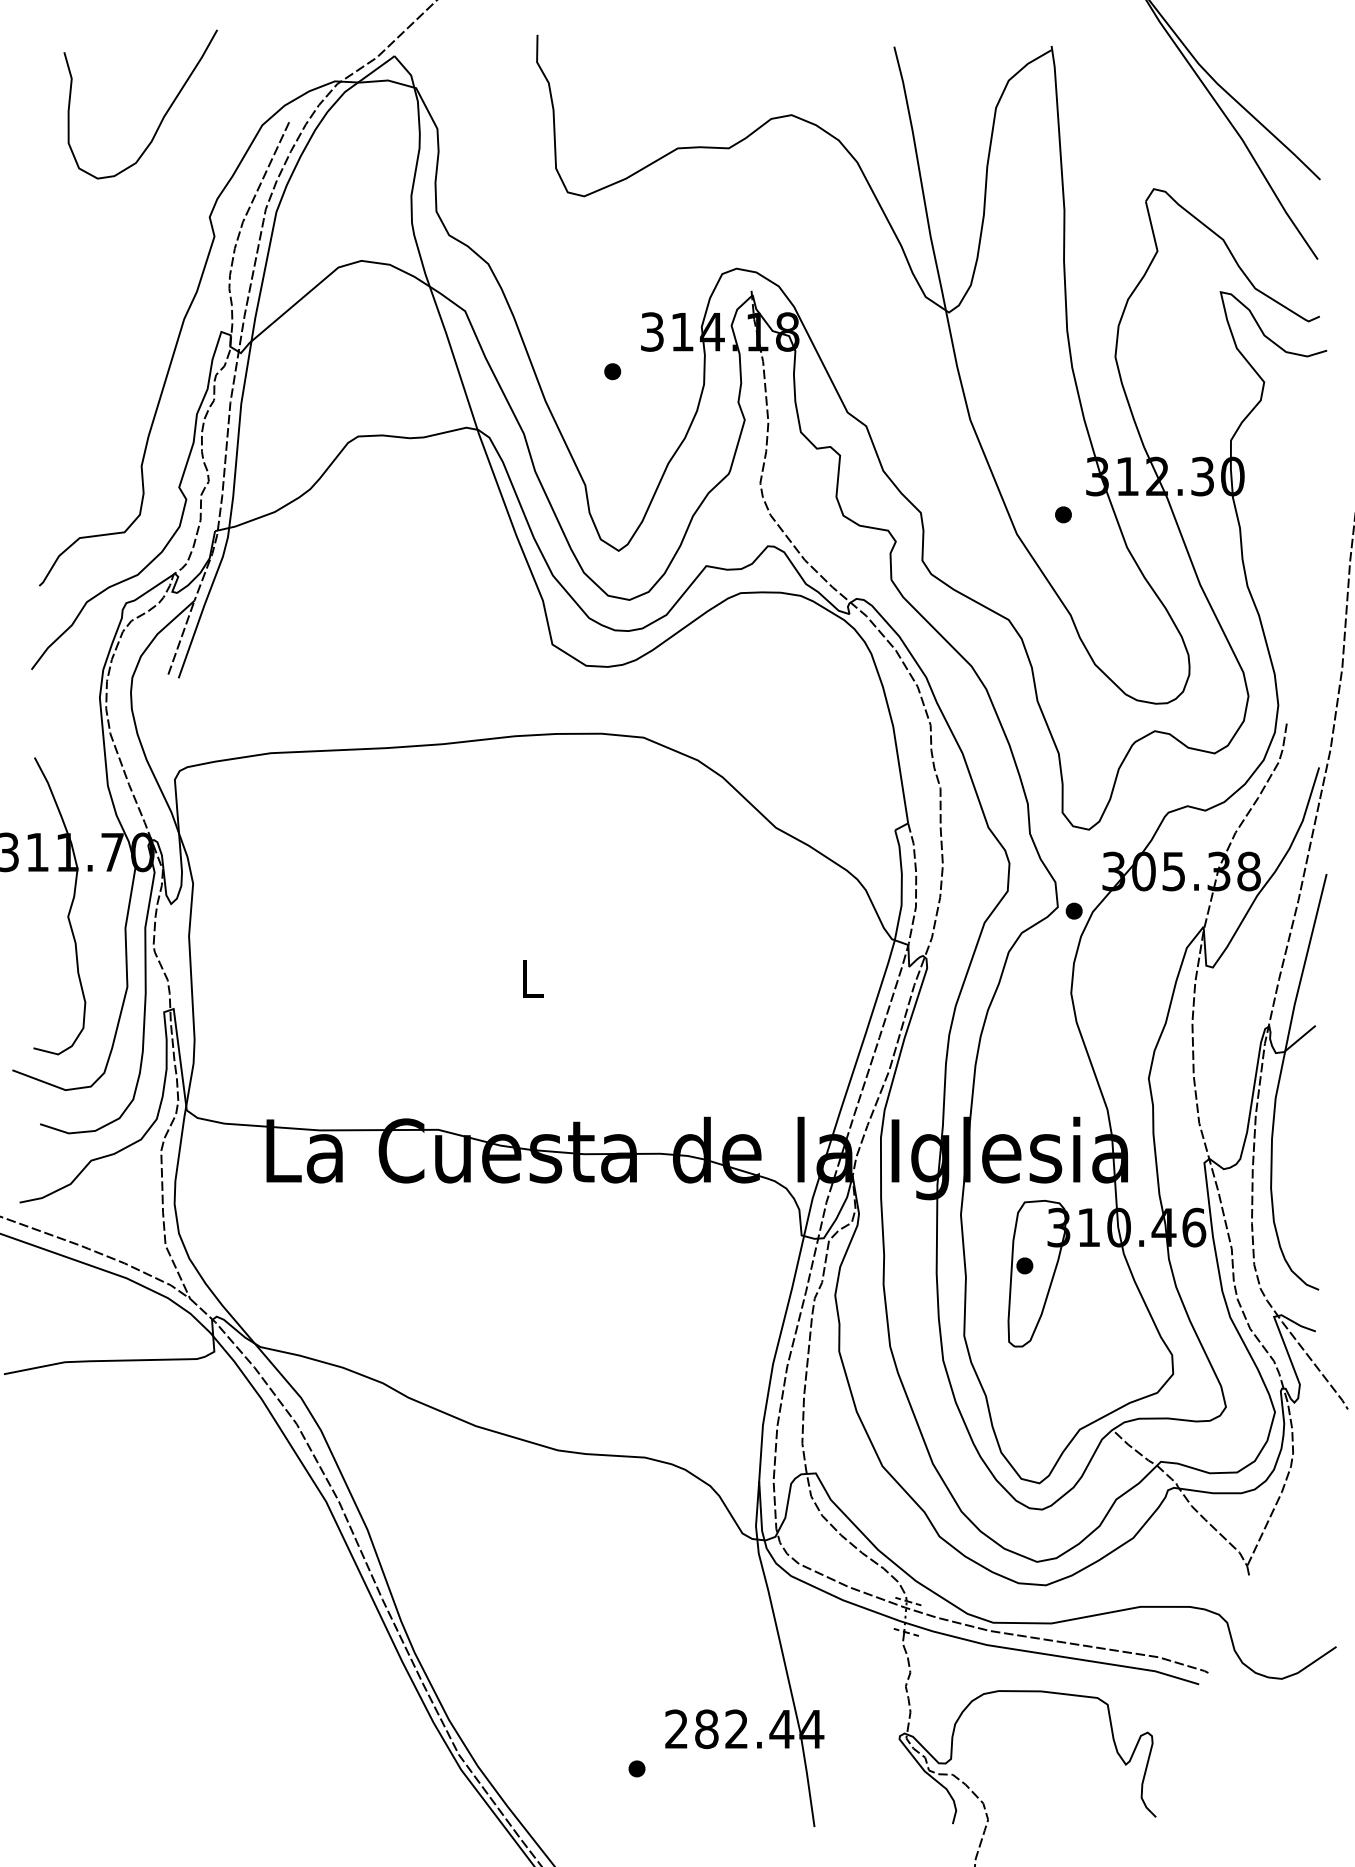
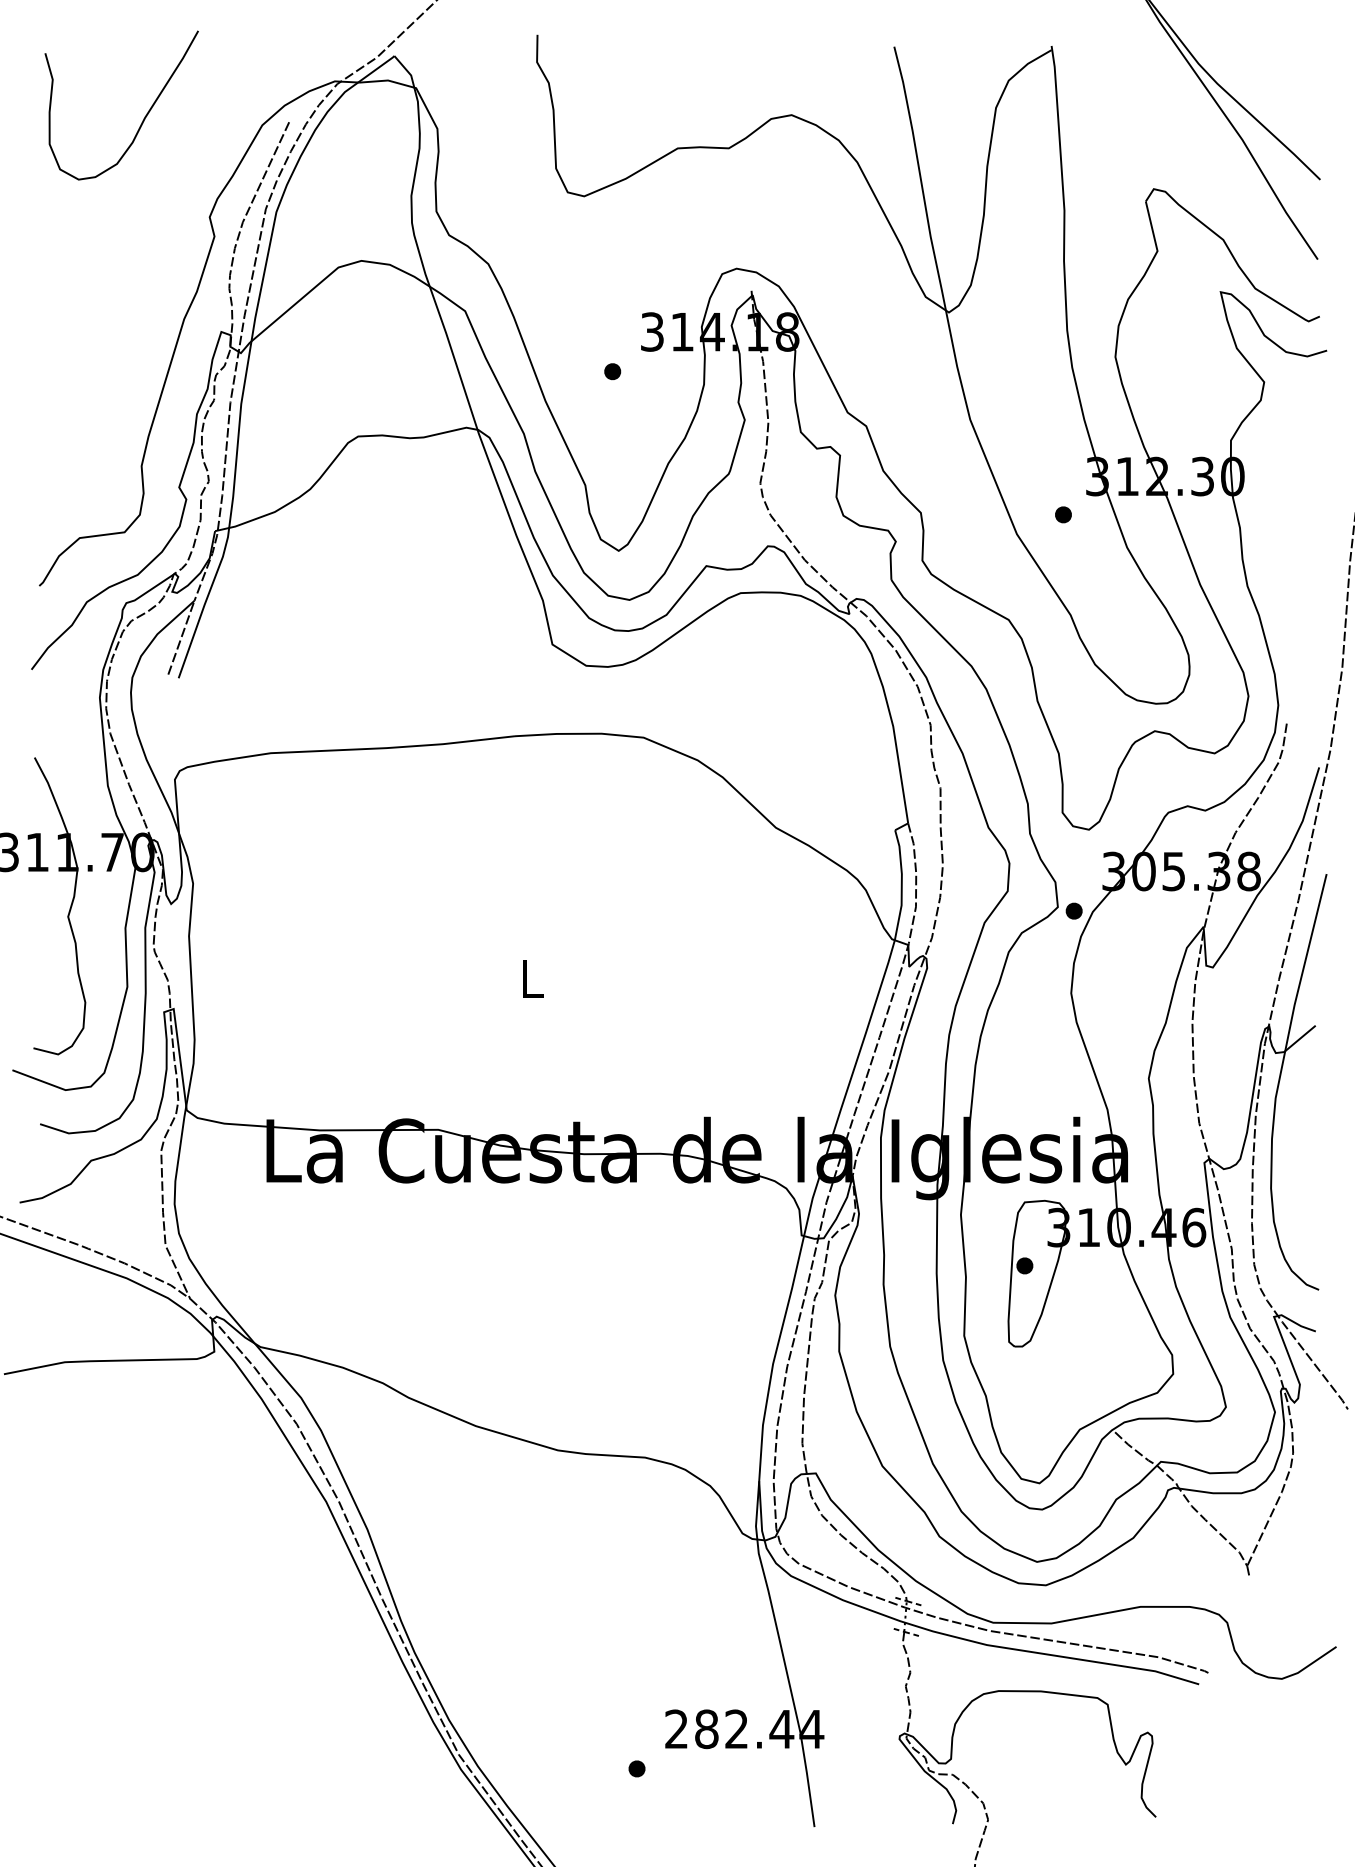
curve at (163, 115) position: (163, 115) -> (144, 116)
